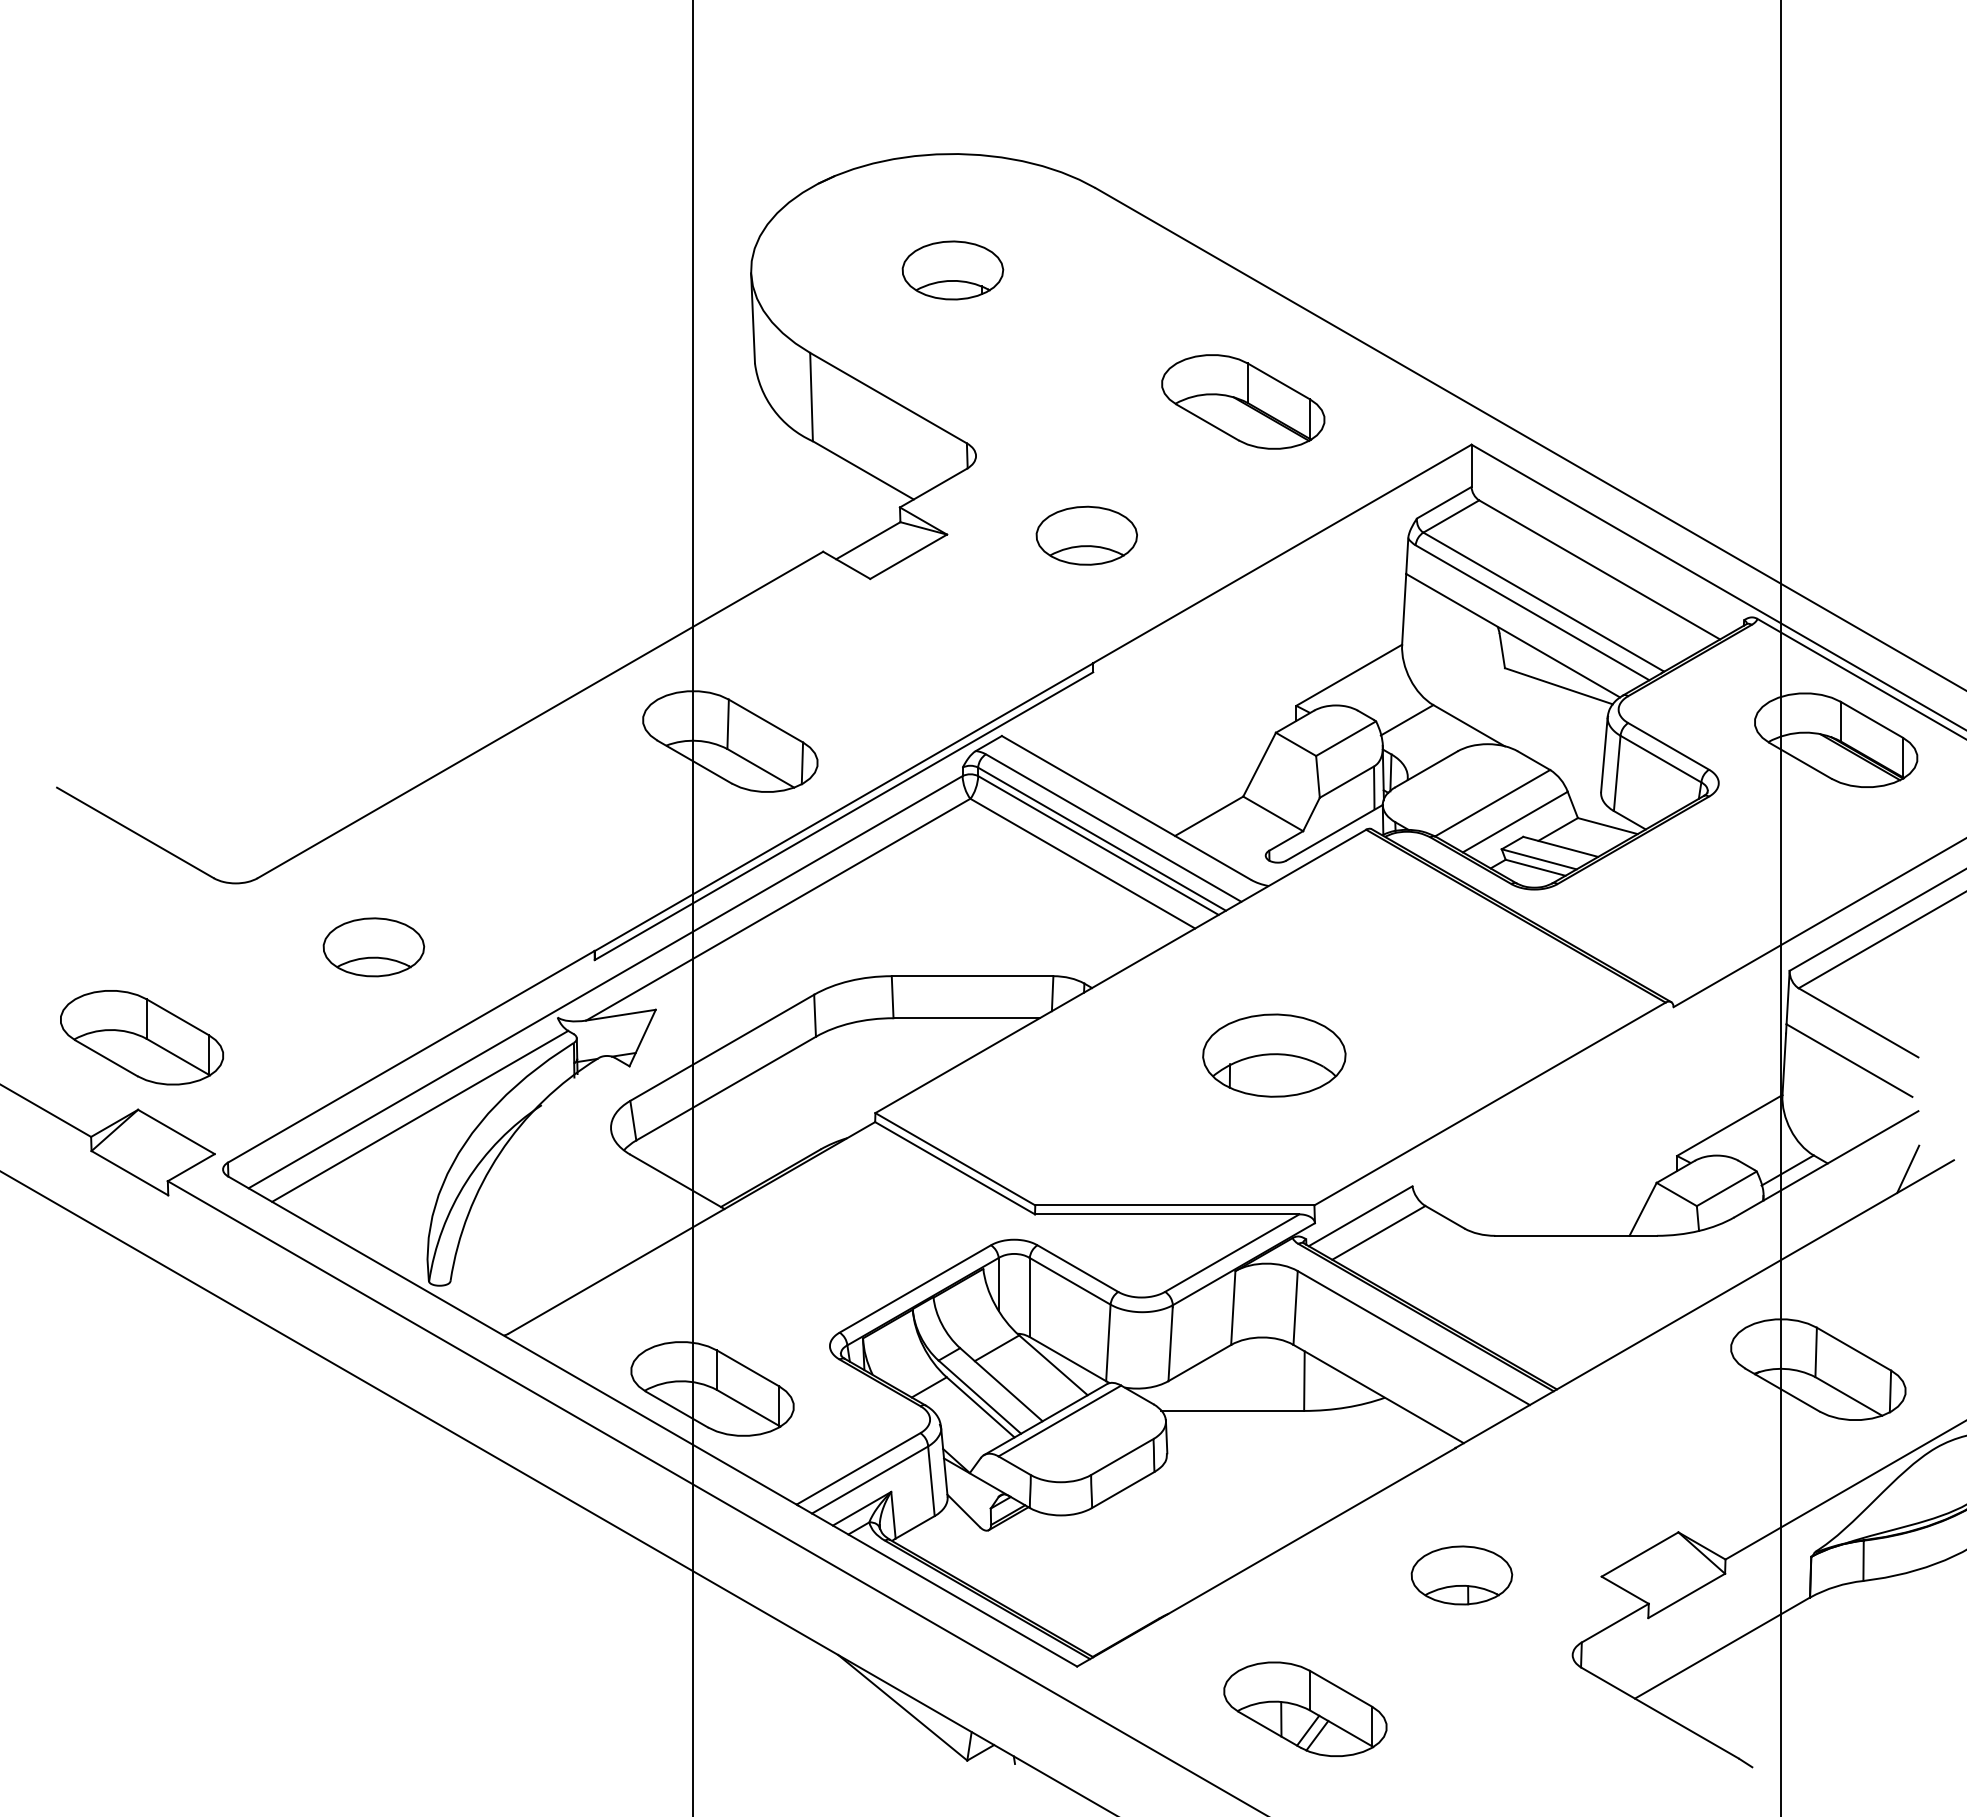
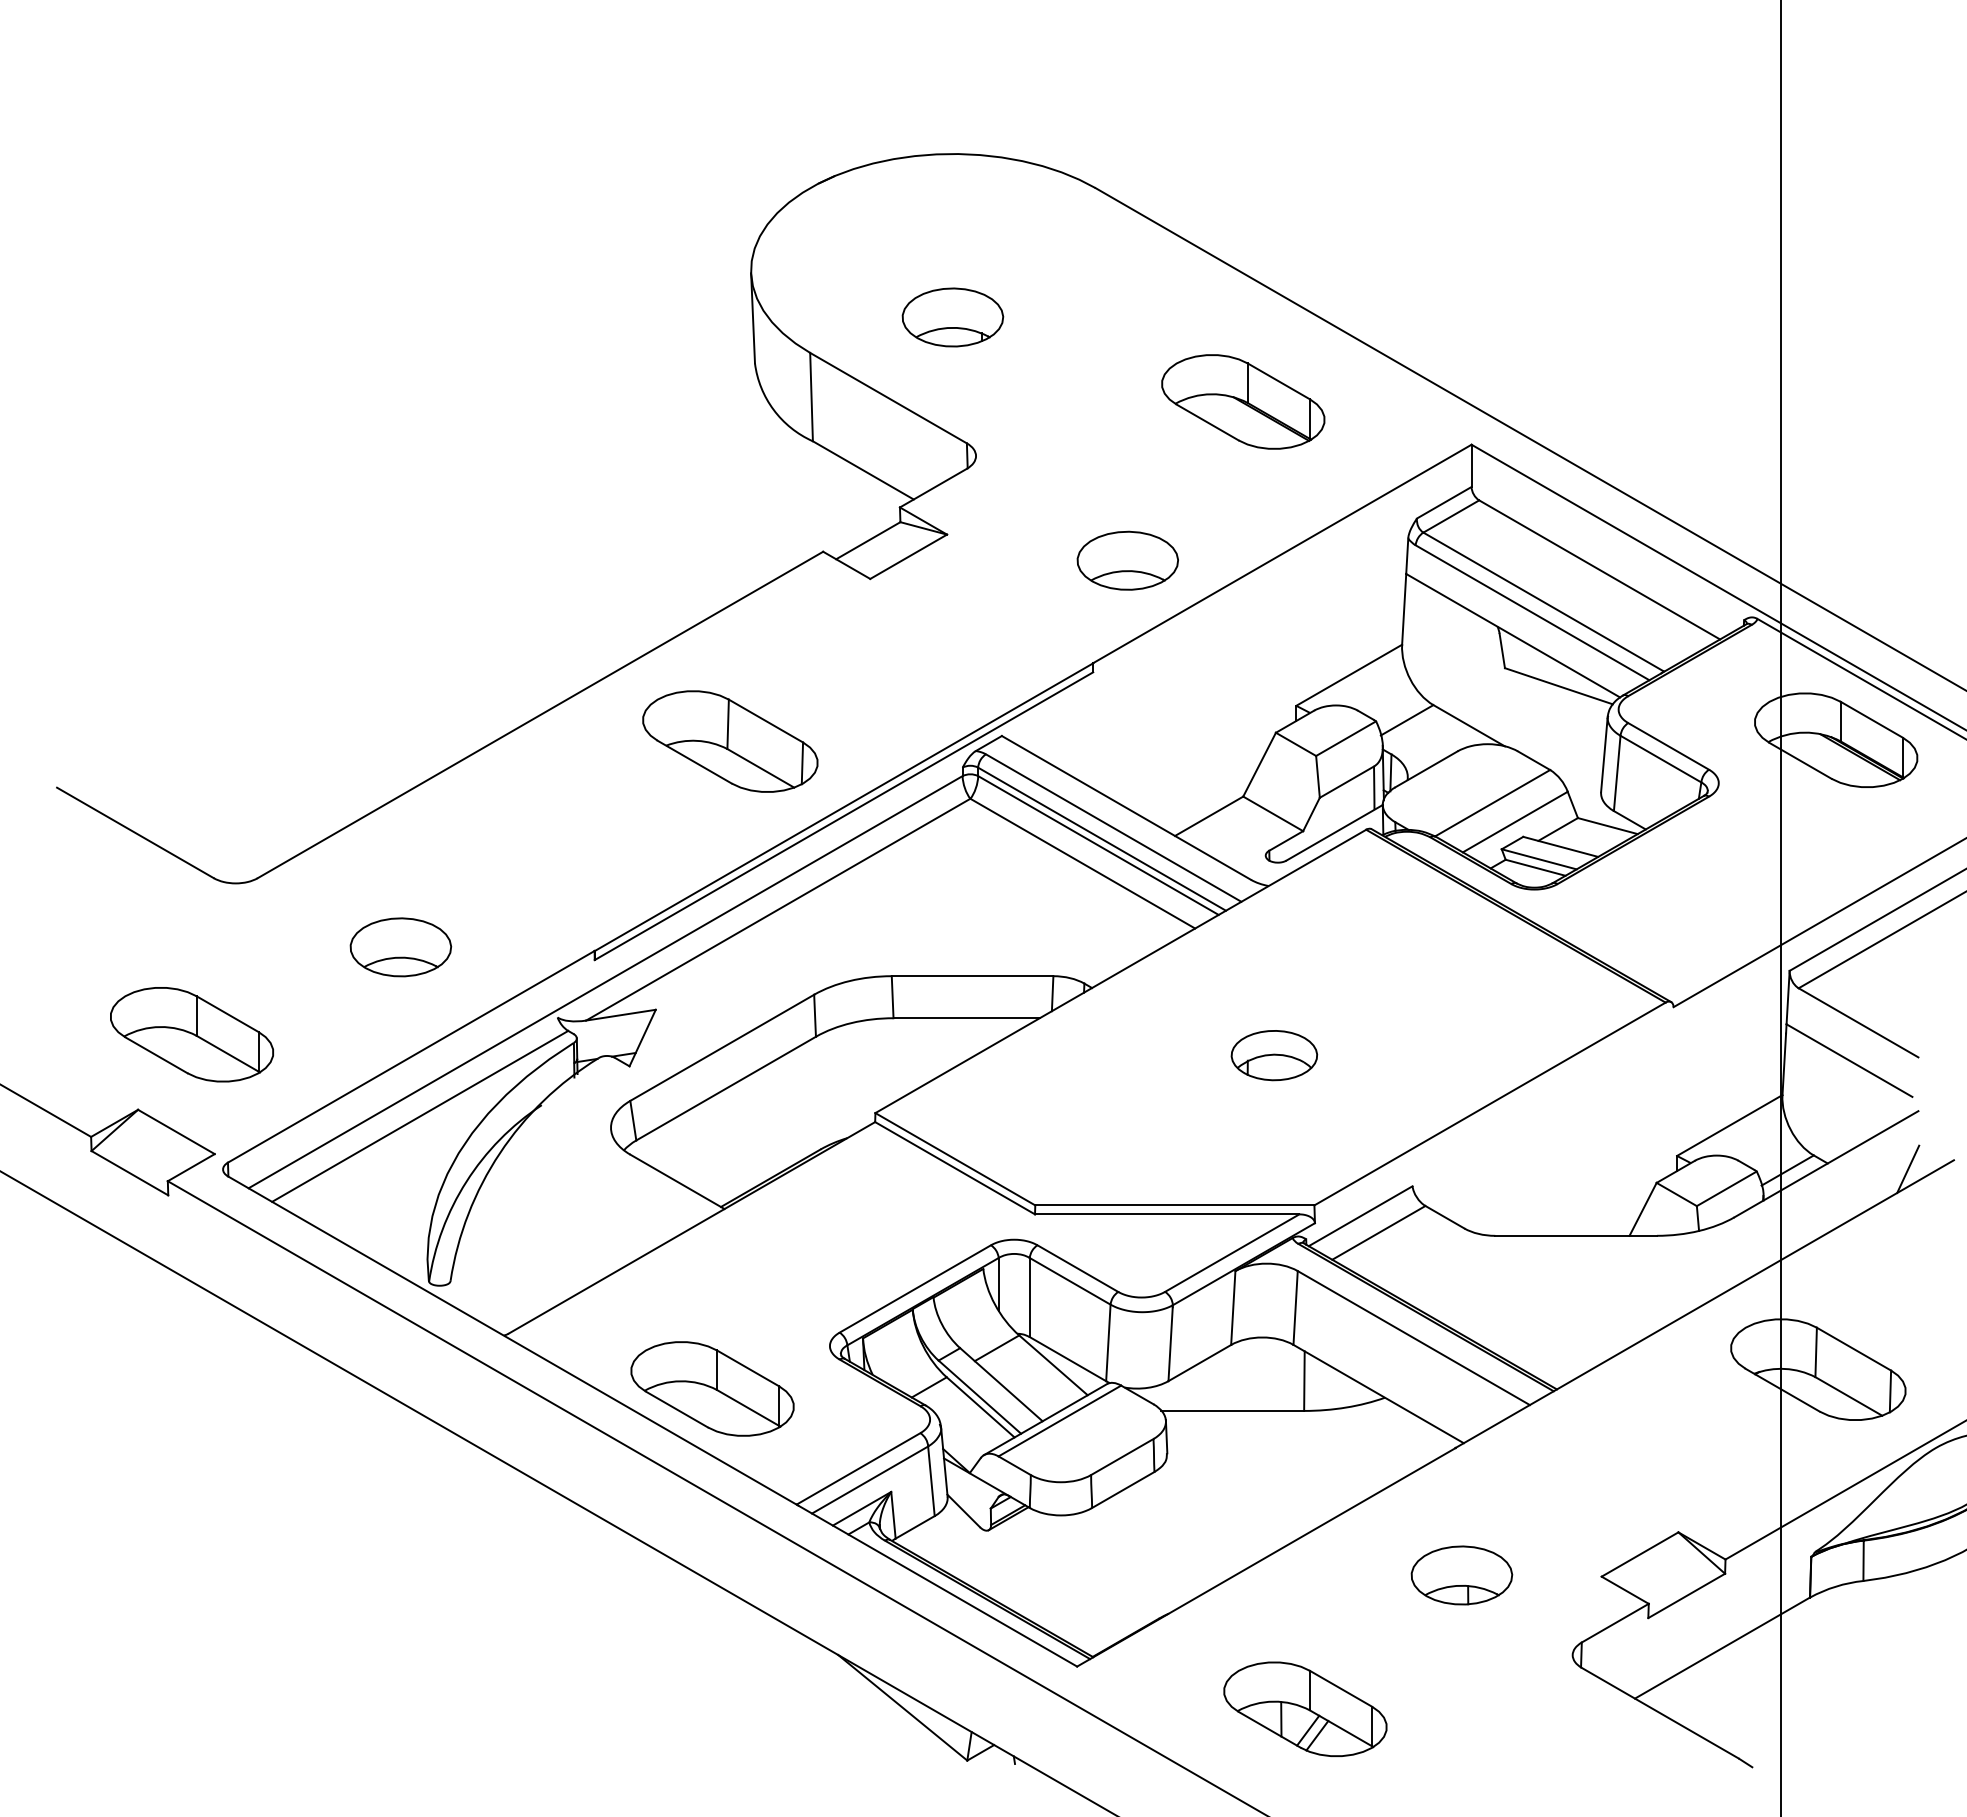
part at (952, 270) position: (952, 270) -> (952, 317)
part at (1086, 535) position: (1086, 535) -> (1127, 560)
line at (693, 907): present -> none
part at (373, 947) position: (373, 947) -> (400, 947)
part at (141, 1037) position: (141, 1037) -> (191, 1034)
part at (1274, 1055) size: 145x85 px -> 89x52 px
